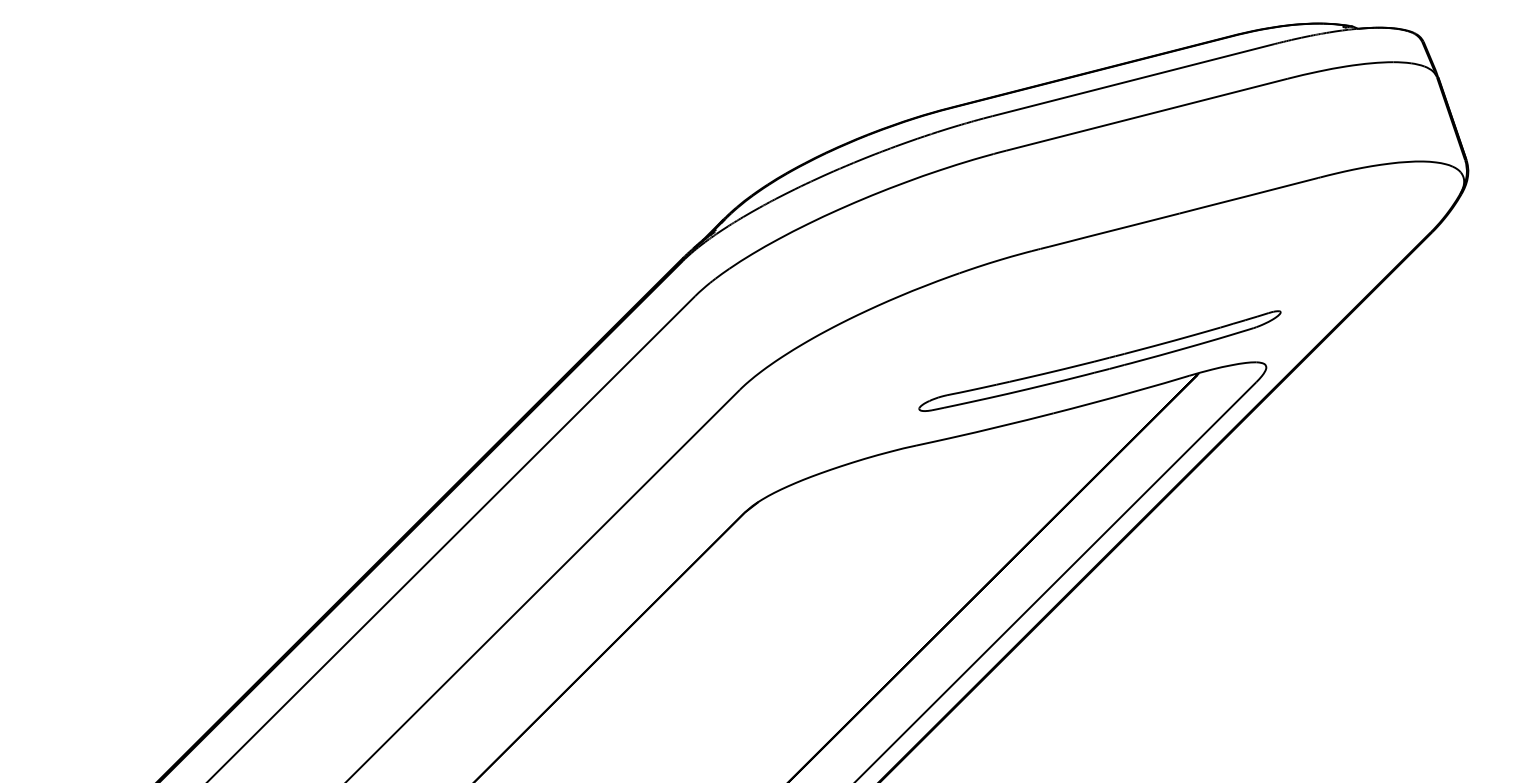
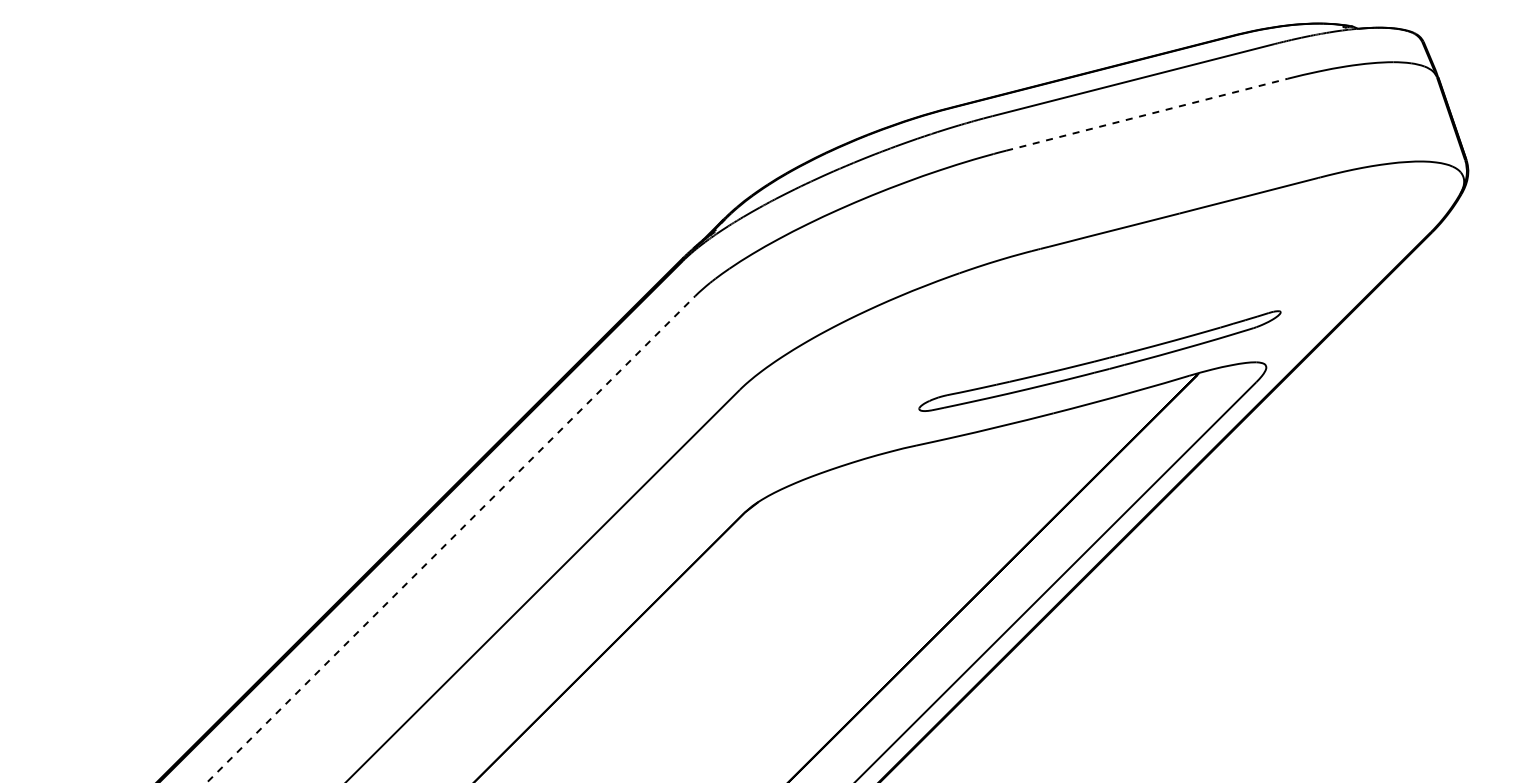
line at (1147, 114): solid -> dashed
line at (450, 539): solid -> dashed
